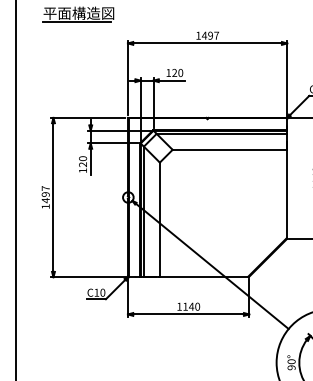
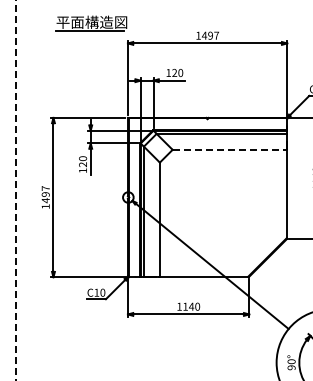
part at (78, 14) position: (78, 14) -> (91, 23)
line at (230, 149): solid -> dashed
line at (16, 190): solid -> dashed
